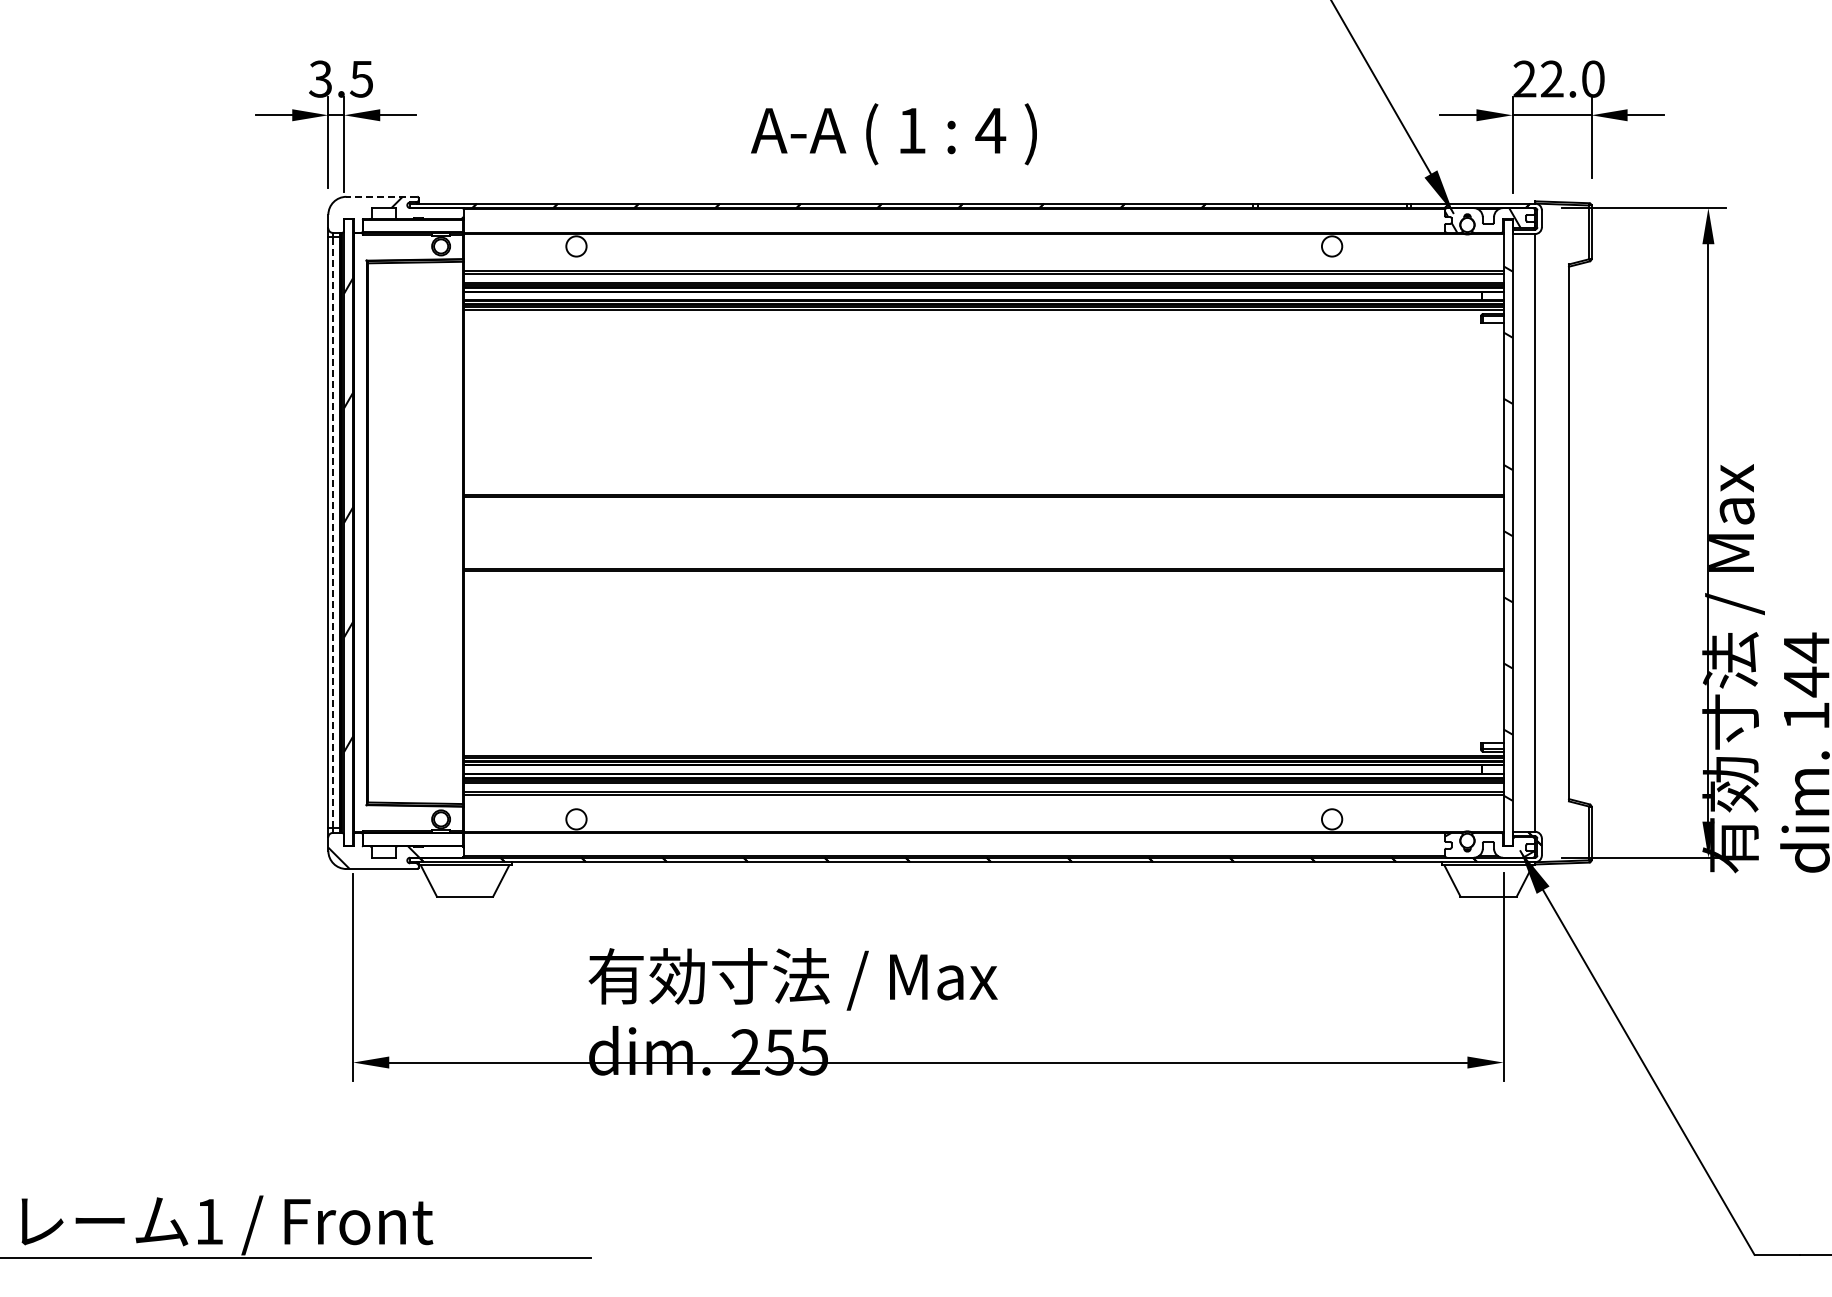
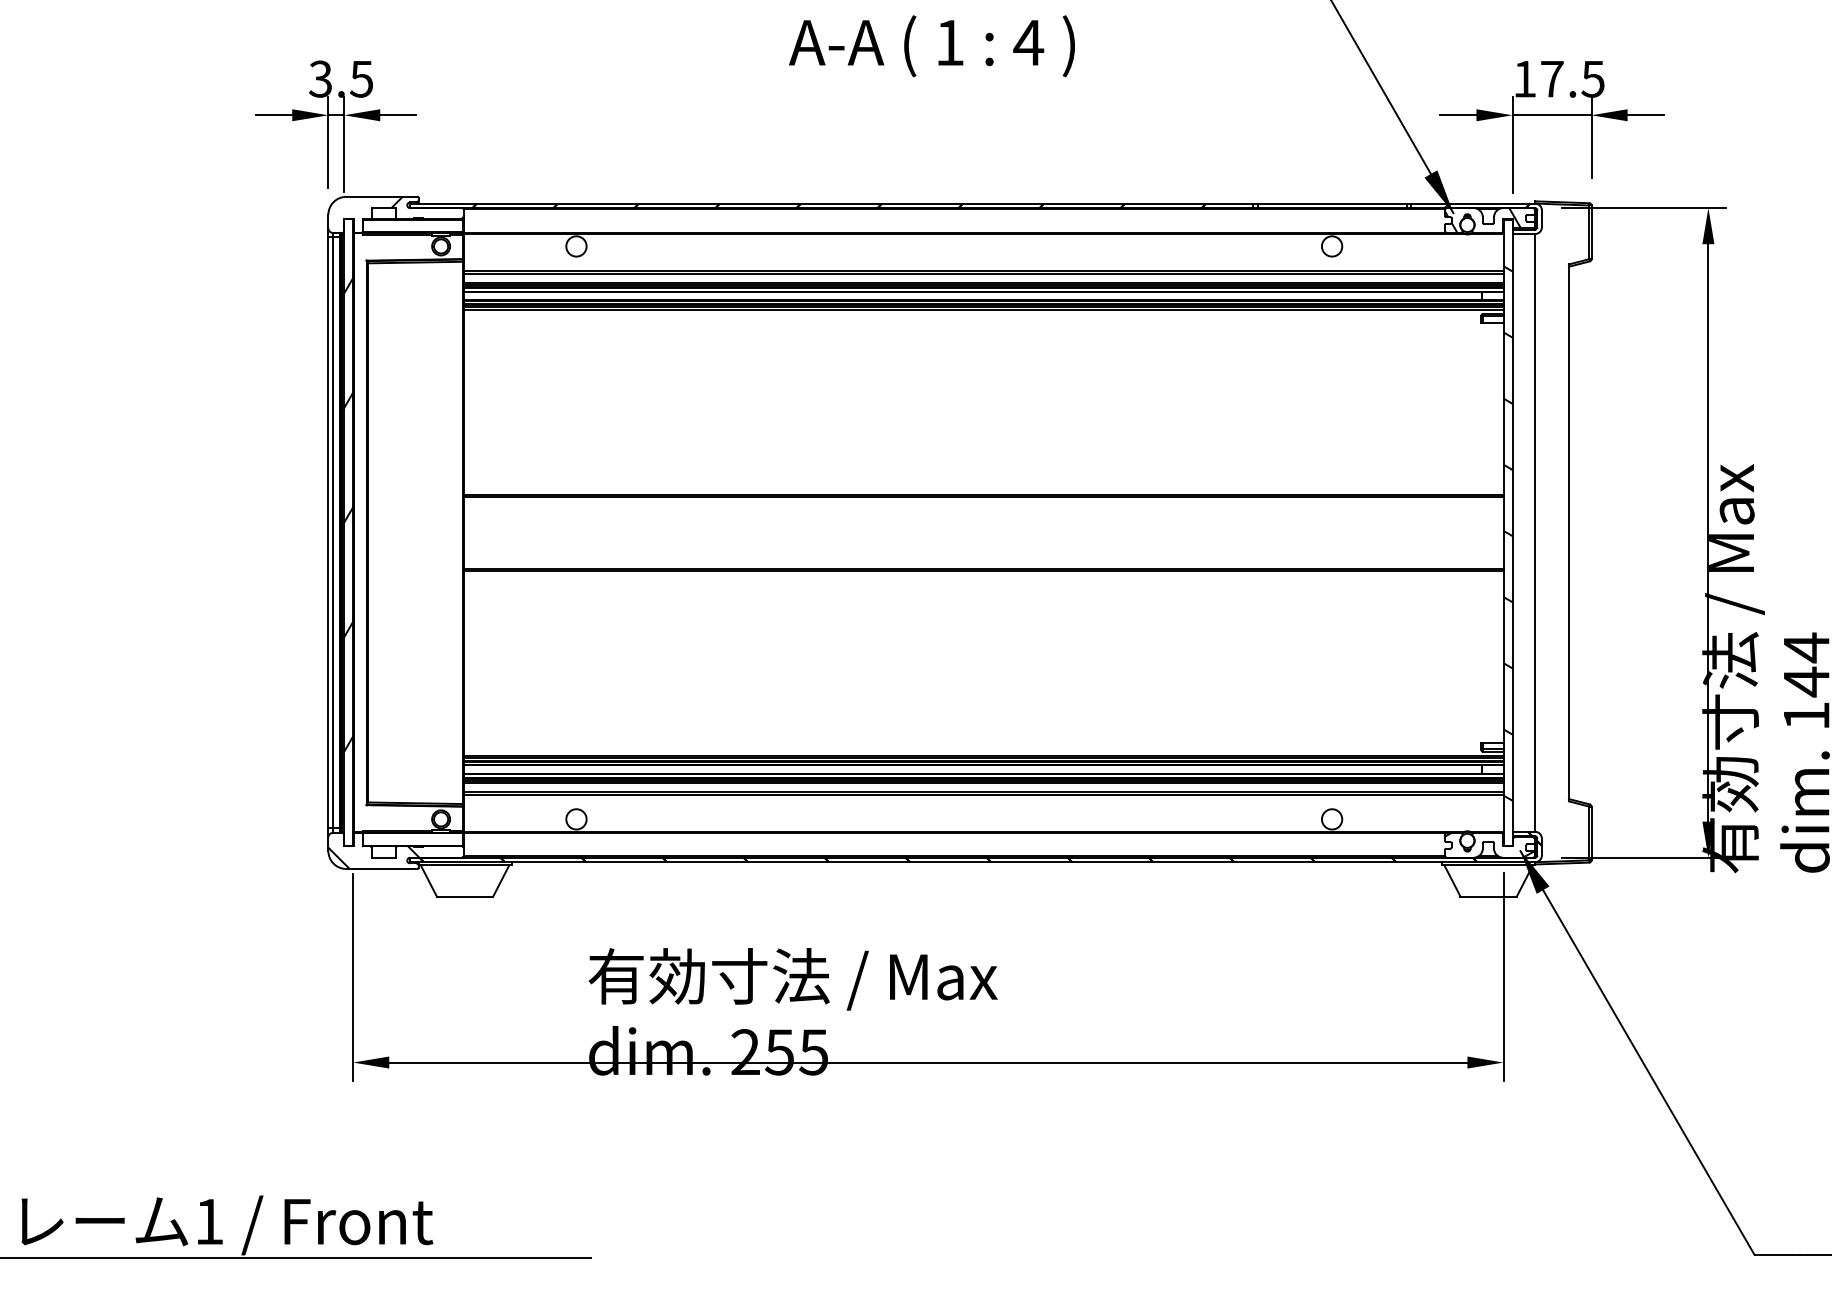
text at (1558, 78): 22.0 -> 17.5
text at (893, 134) position: (893, 134) -> (931, 46)
line at (381, 196): dashed -> solid
line at (332, 532): dashed -> solid
